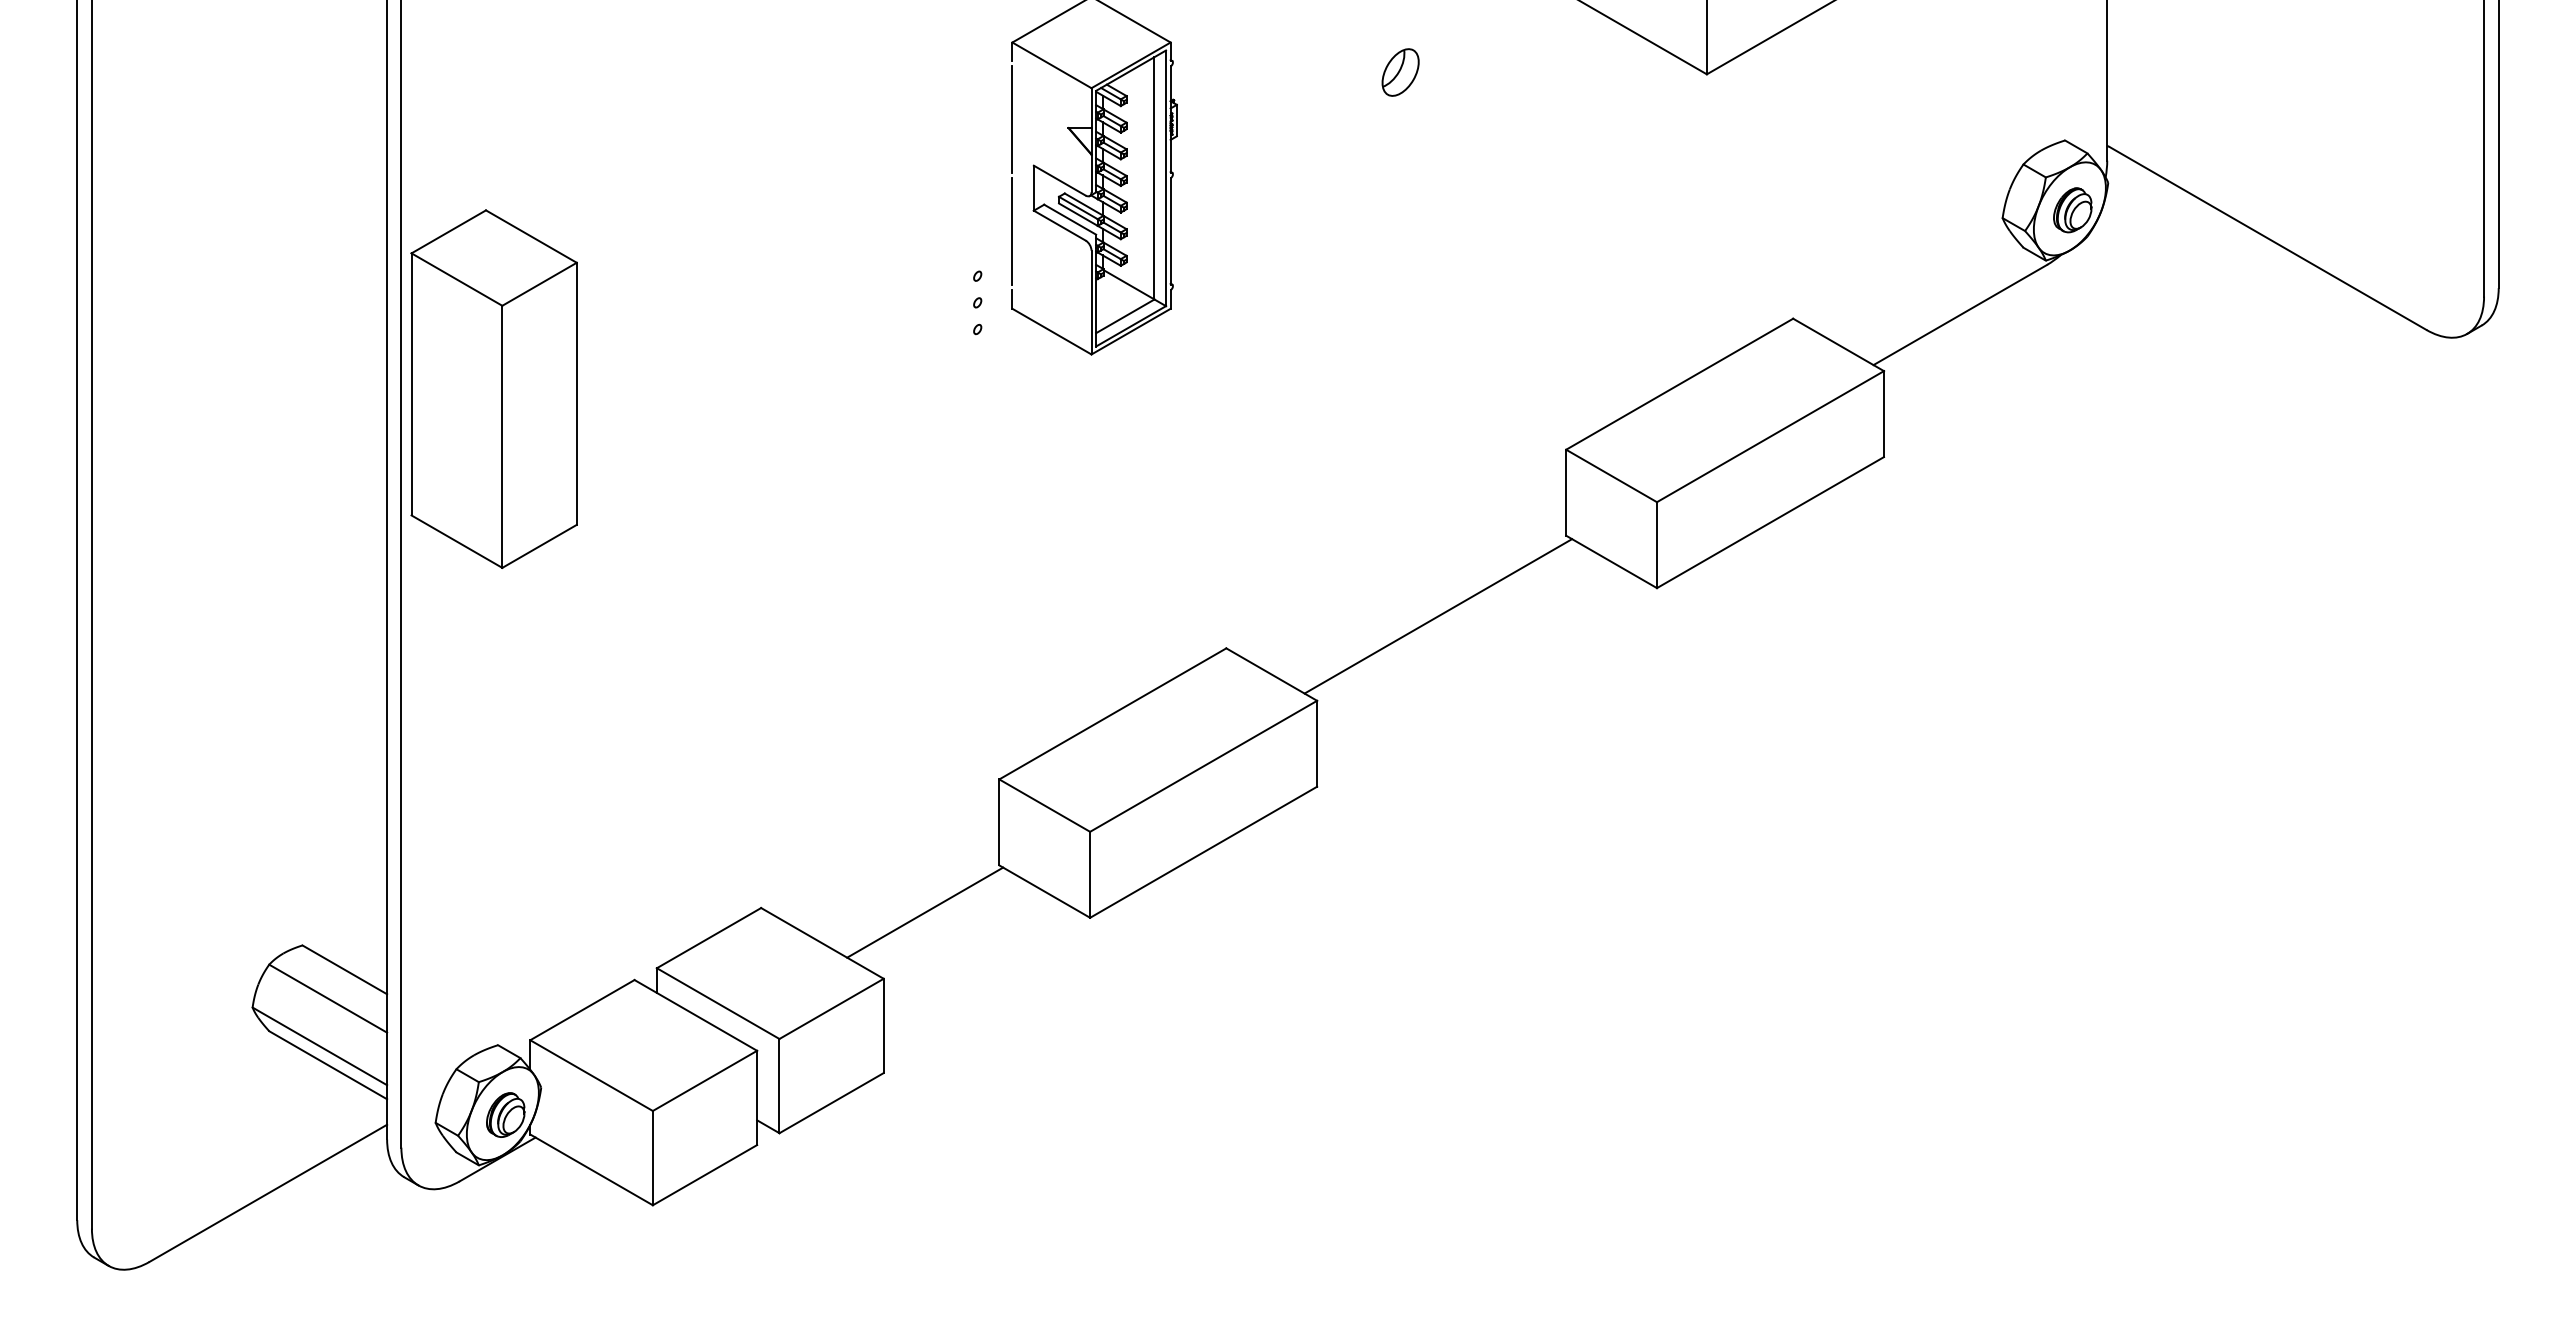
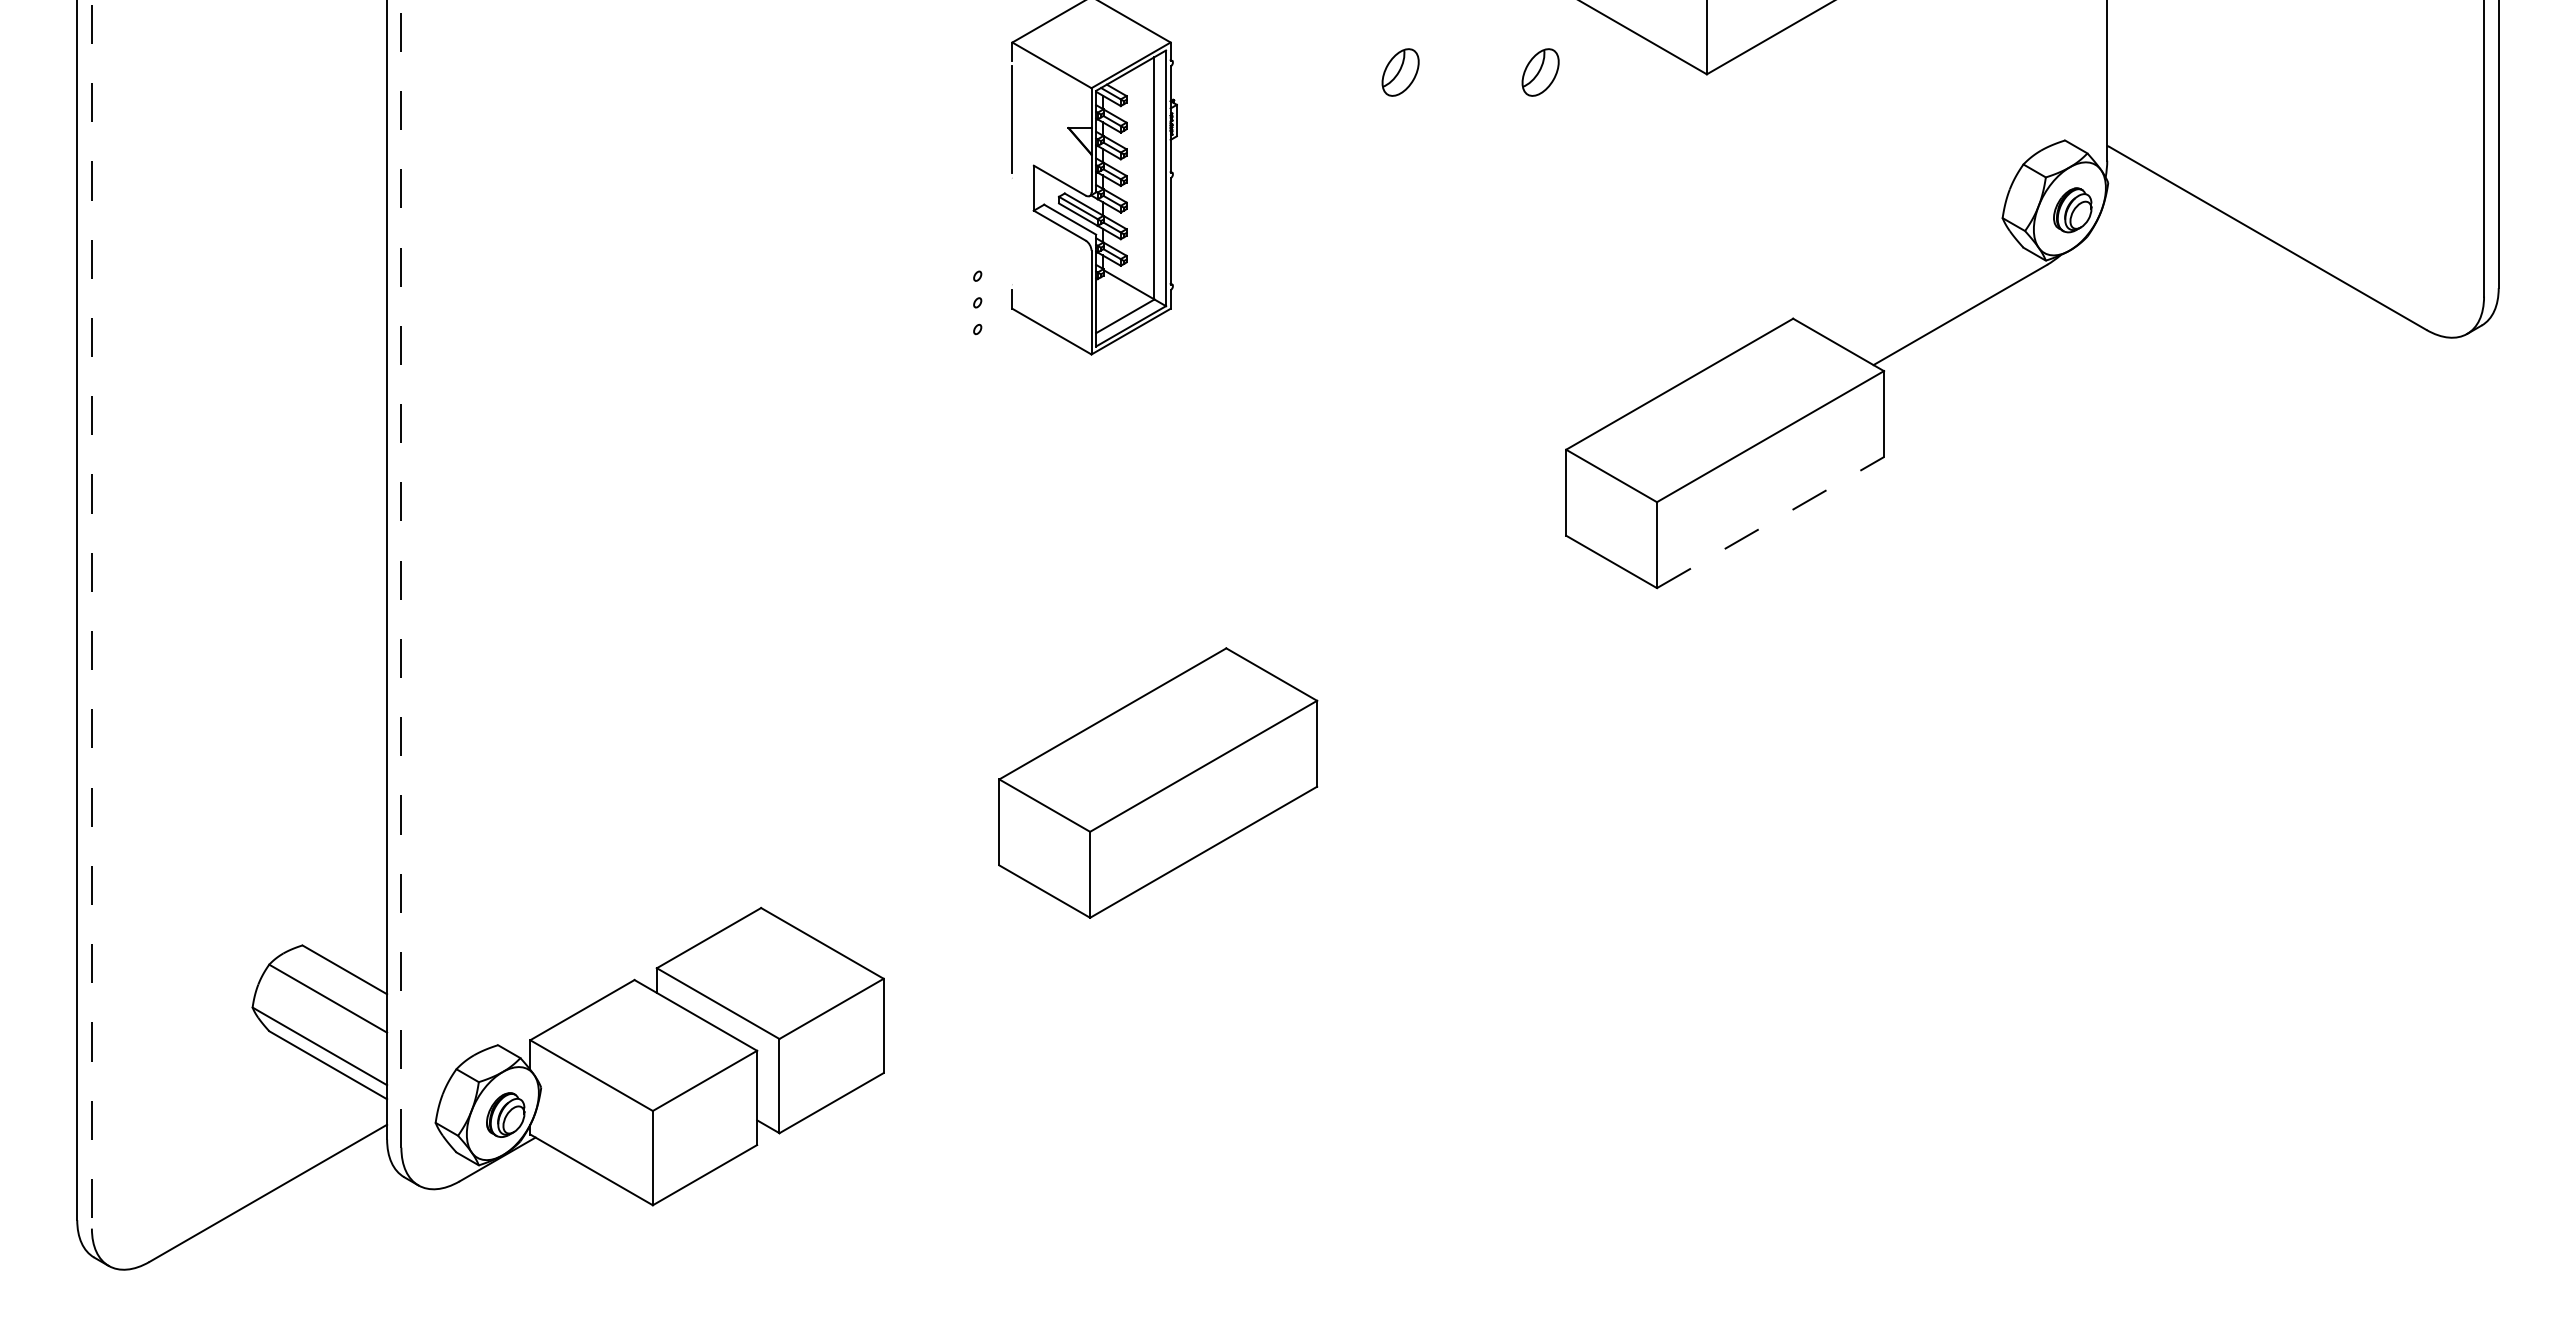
part at (1540, 72): none -> present
line at (1012, 231): present -> none
part at (493, 388): present -> none
line at (1770, 522): solid -> dashed
line at (401, 573): solid -> dashed
line at (91, 614): solid -> dashed
line at (1438, 616): present -> none
line at (925, 912): present -> none
